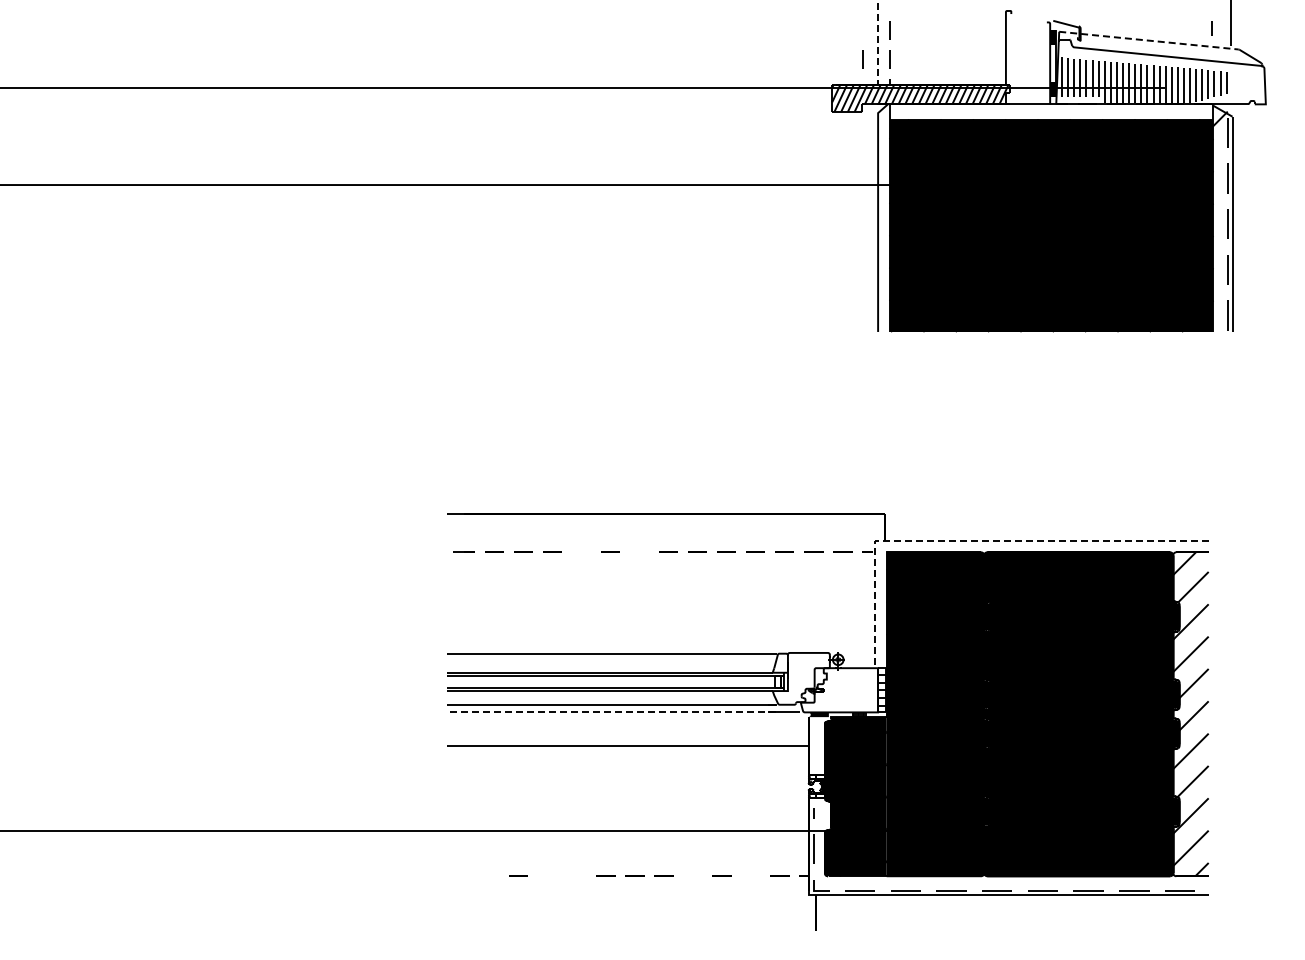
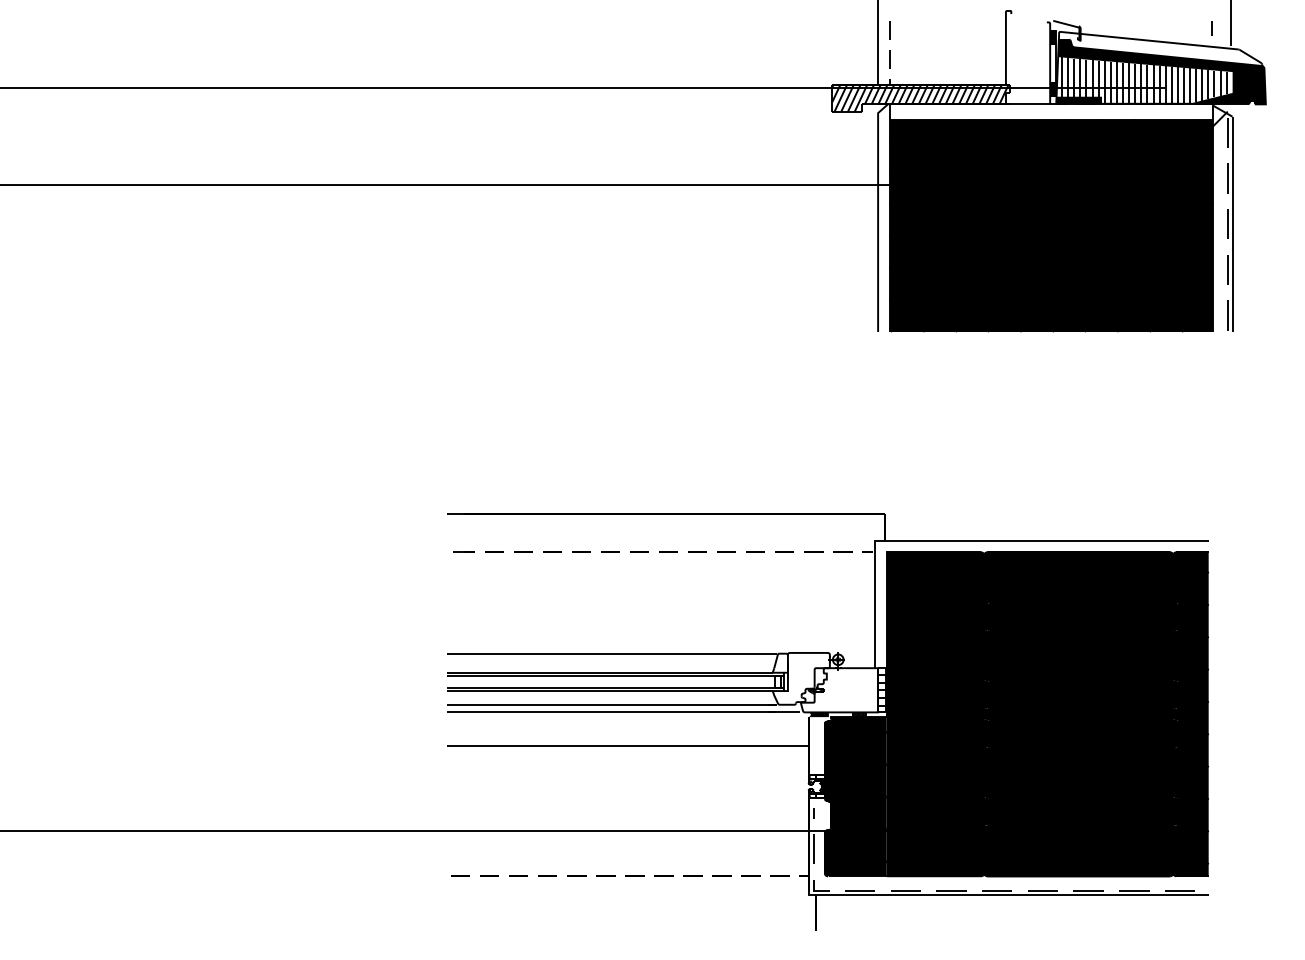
line at (1149, 40): dashed -> solid
line at (878, 43): dashed -> solid
line at (862, 59): present -> none
fill at (1160, 71): none -> present
line at (977, 540): dashed -> solid
line at (581, 551): none -> present
line at (639, 551): none -> present
line at (611, 712): dashed -> solid
fill at (1190, 714): none -> present
line at (460, 875): none -> present
line at (489, 875): none -> present
line at (547, 875): none -> present
line at (576, 875): none -> present
line at (692, 875): none -> present
line at (750, 875): none -> present
